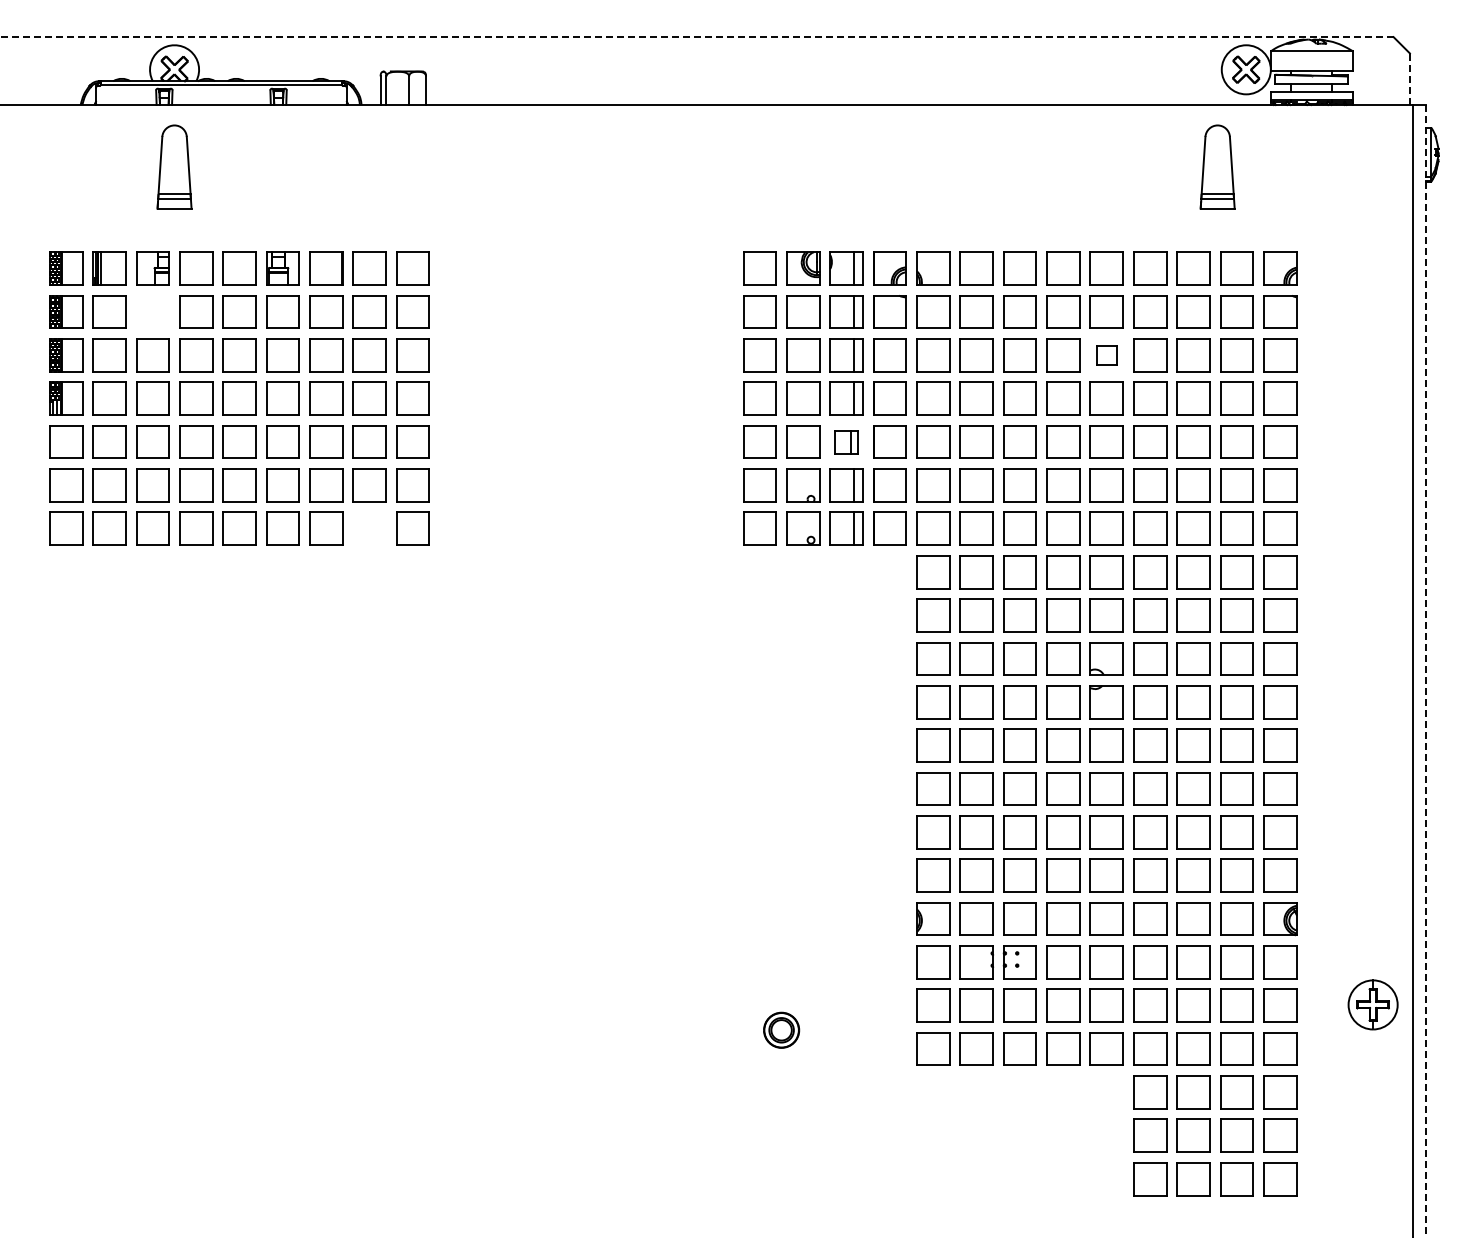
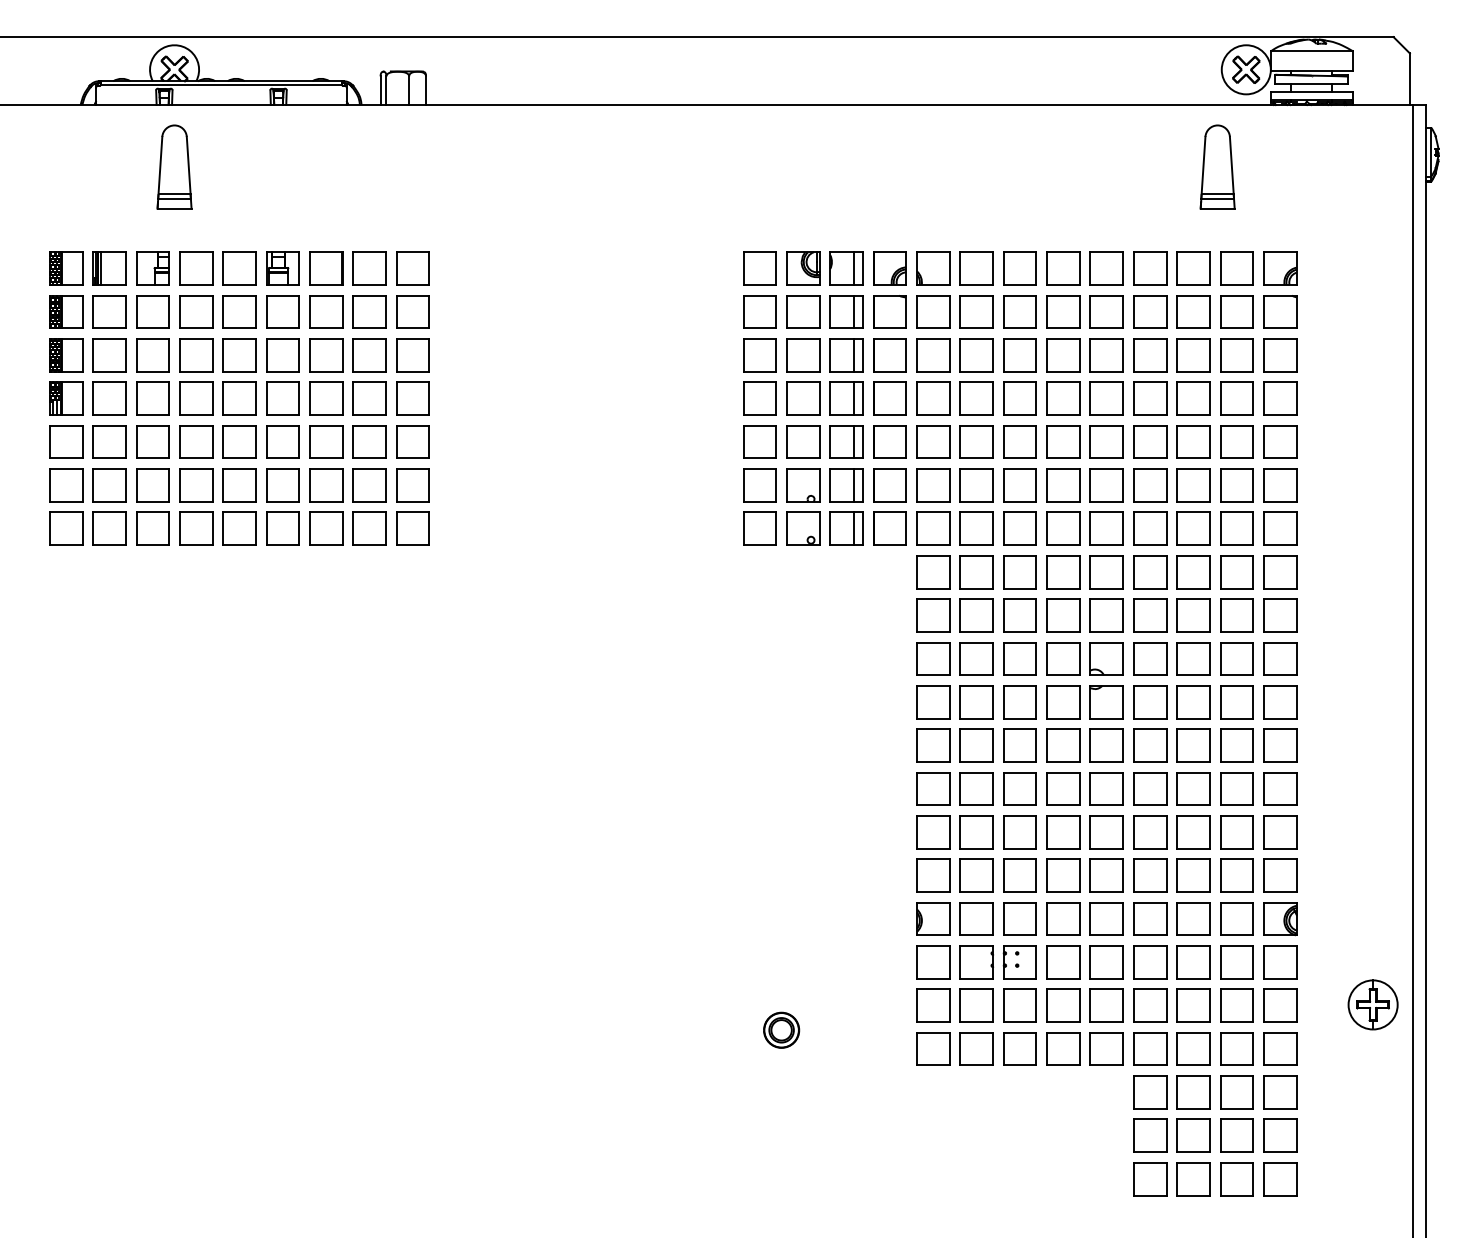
line at (696, 37): dashed -> solid
line at (1409, 79): dashed -> solid
part at (152, 311): none -> present
part at (1106, 355) size: 22x21 px -> 35x35 px
part at (846, 442) size: 25x25 px -> 35x34 px
part at (369, 528): none -> present
line at (1426, 671): dashed -> solid
